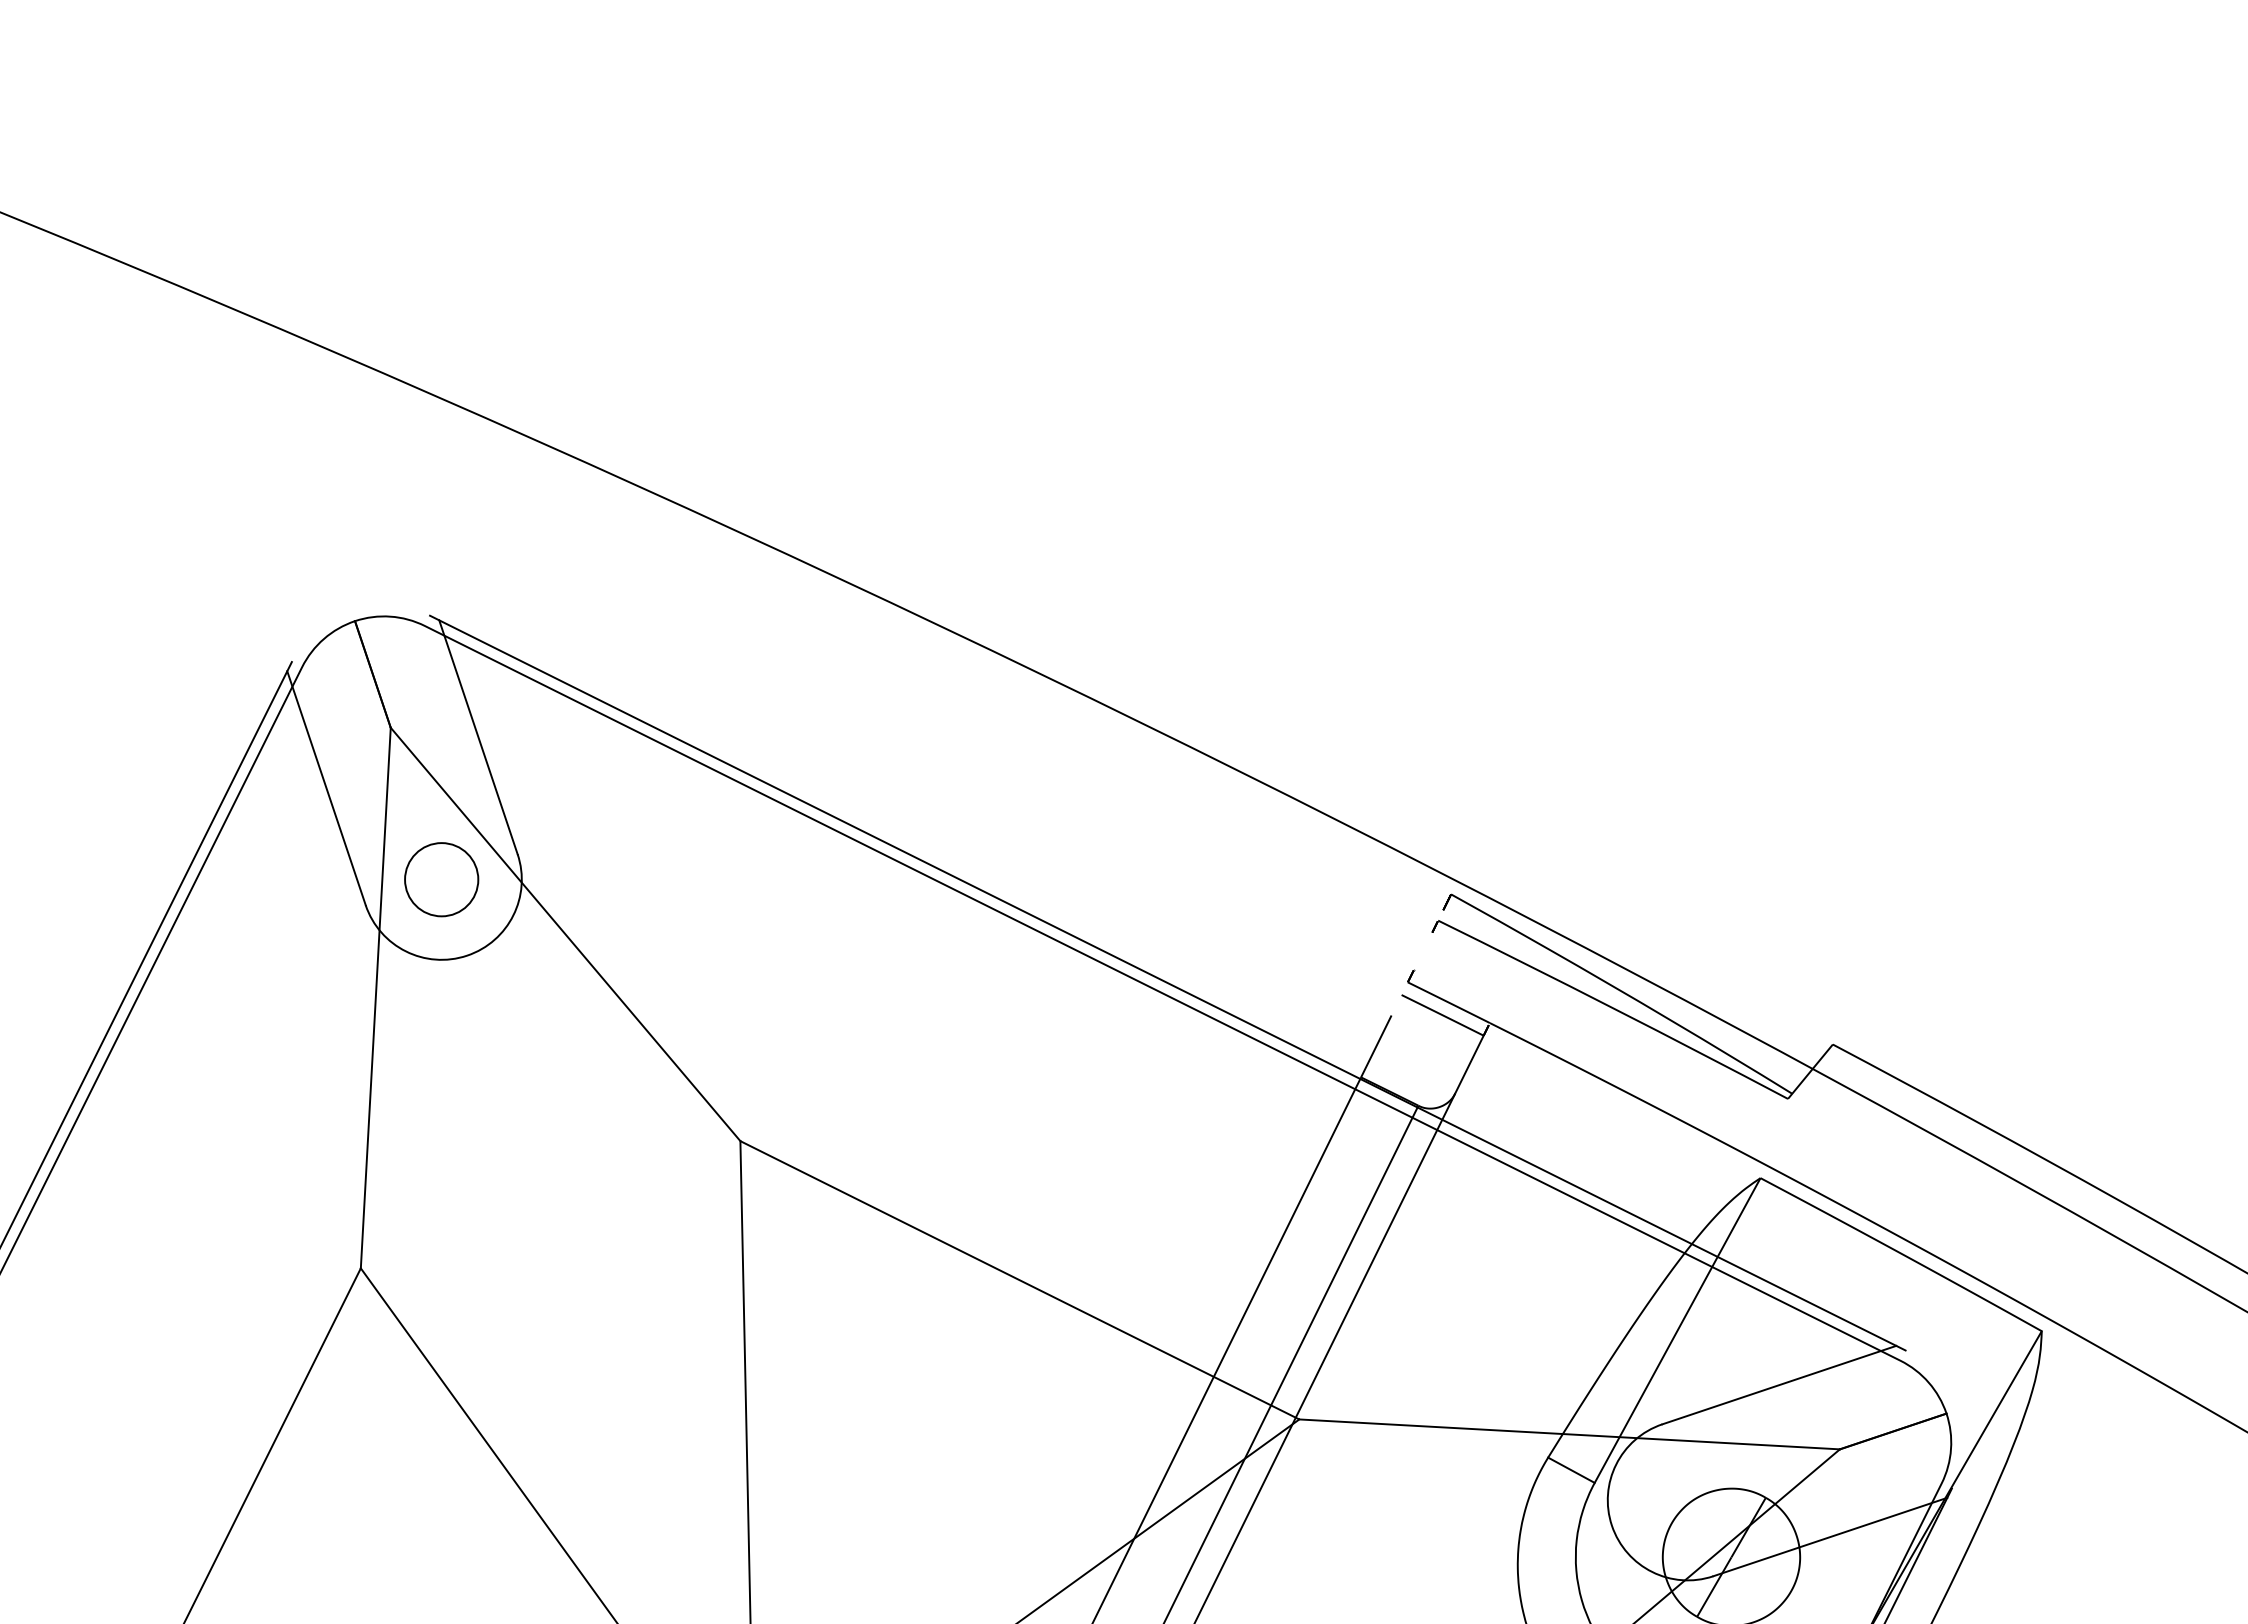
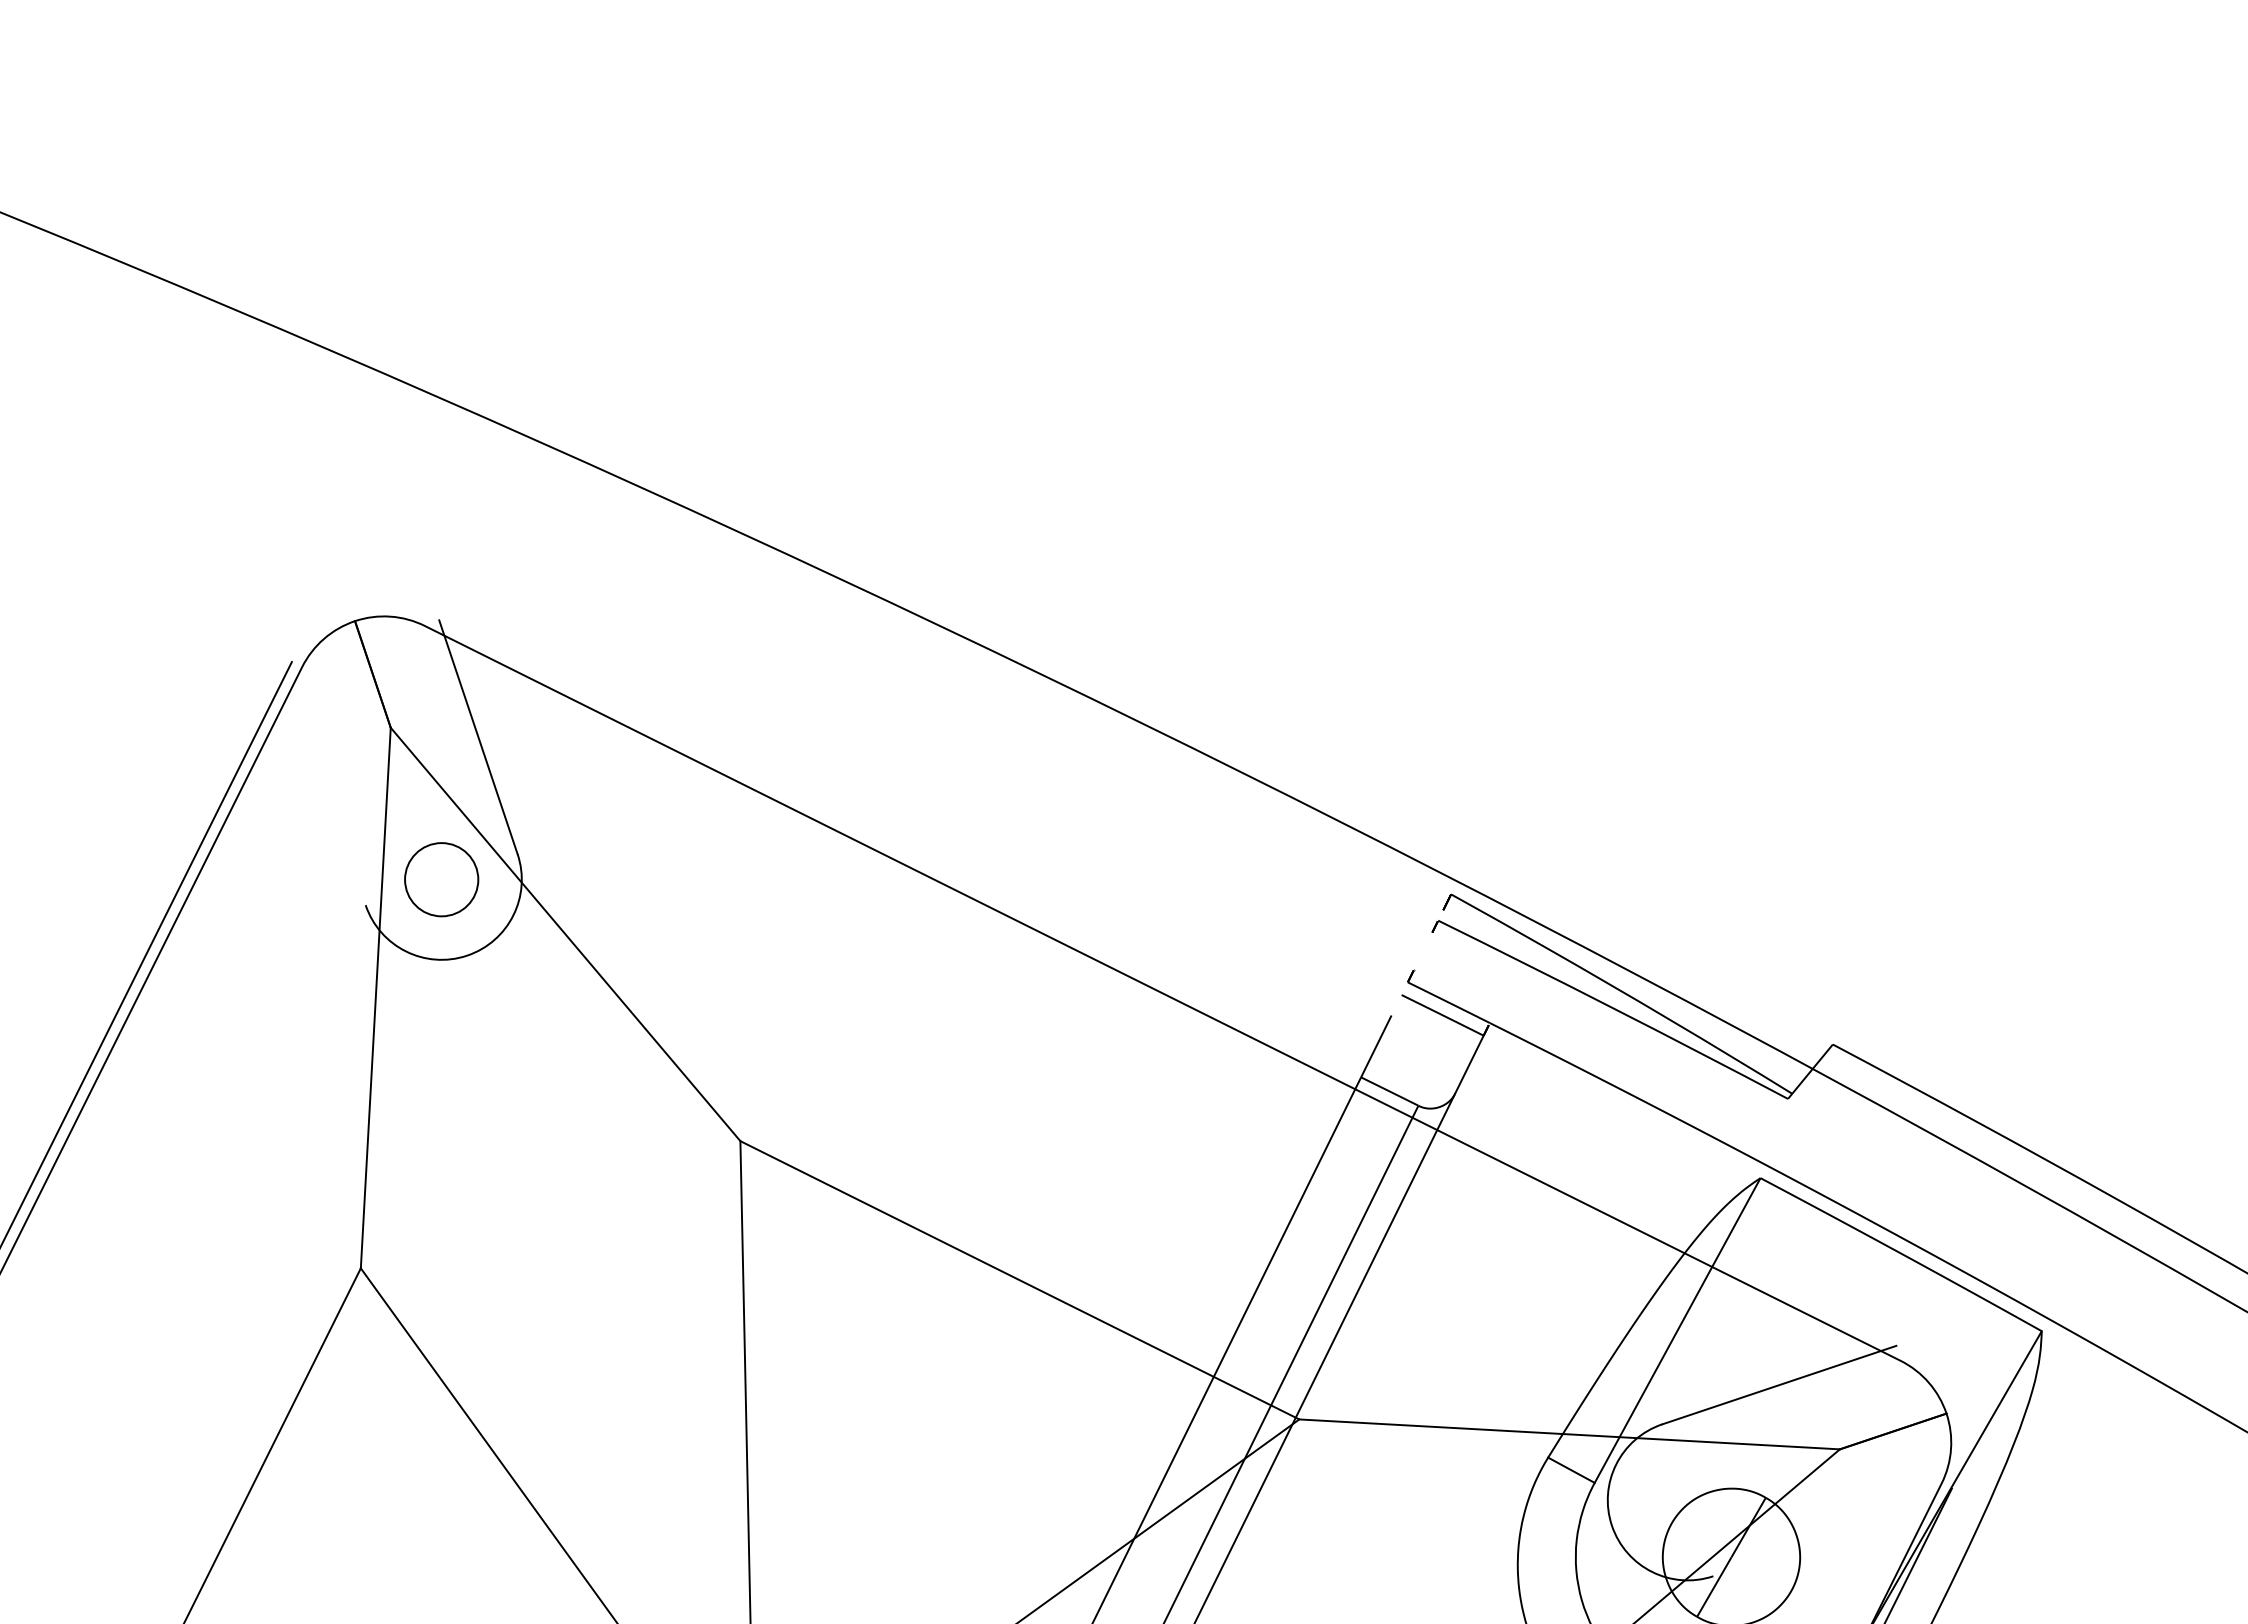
line at (326, 788): present -> none
line at (1167, 982): present -> none
line at (1830, 1536): present -> none
